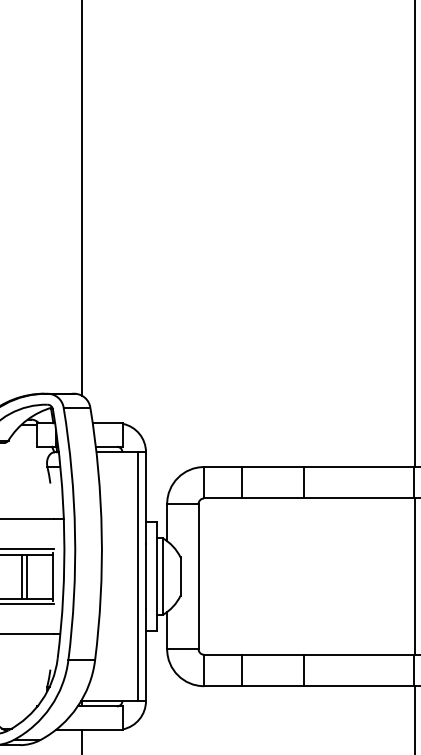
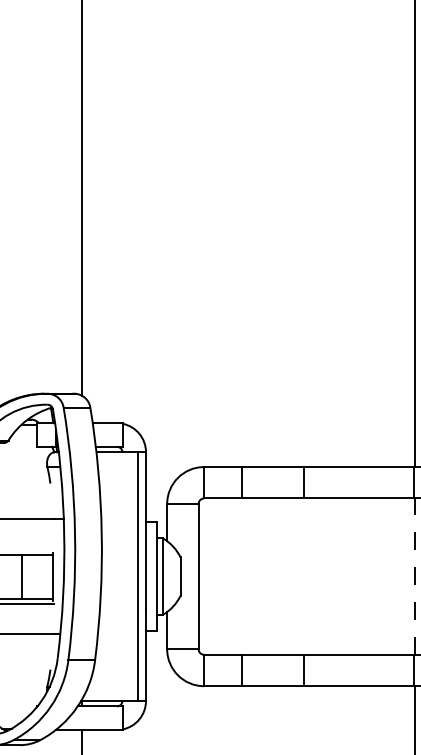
line at (28, 549): present -> none
line at (27, 576): present -> none
line at (414, 576): solid -> dashed
